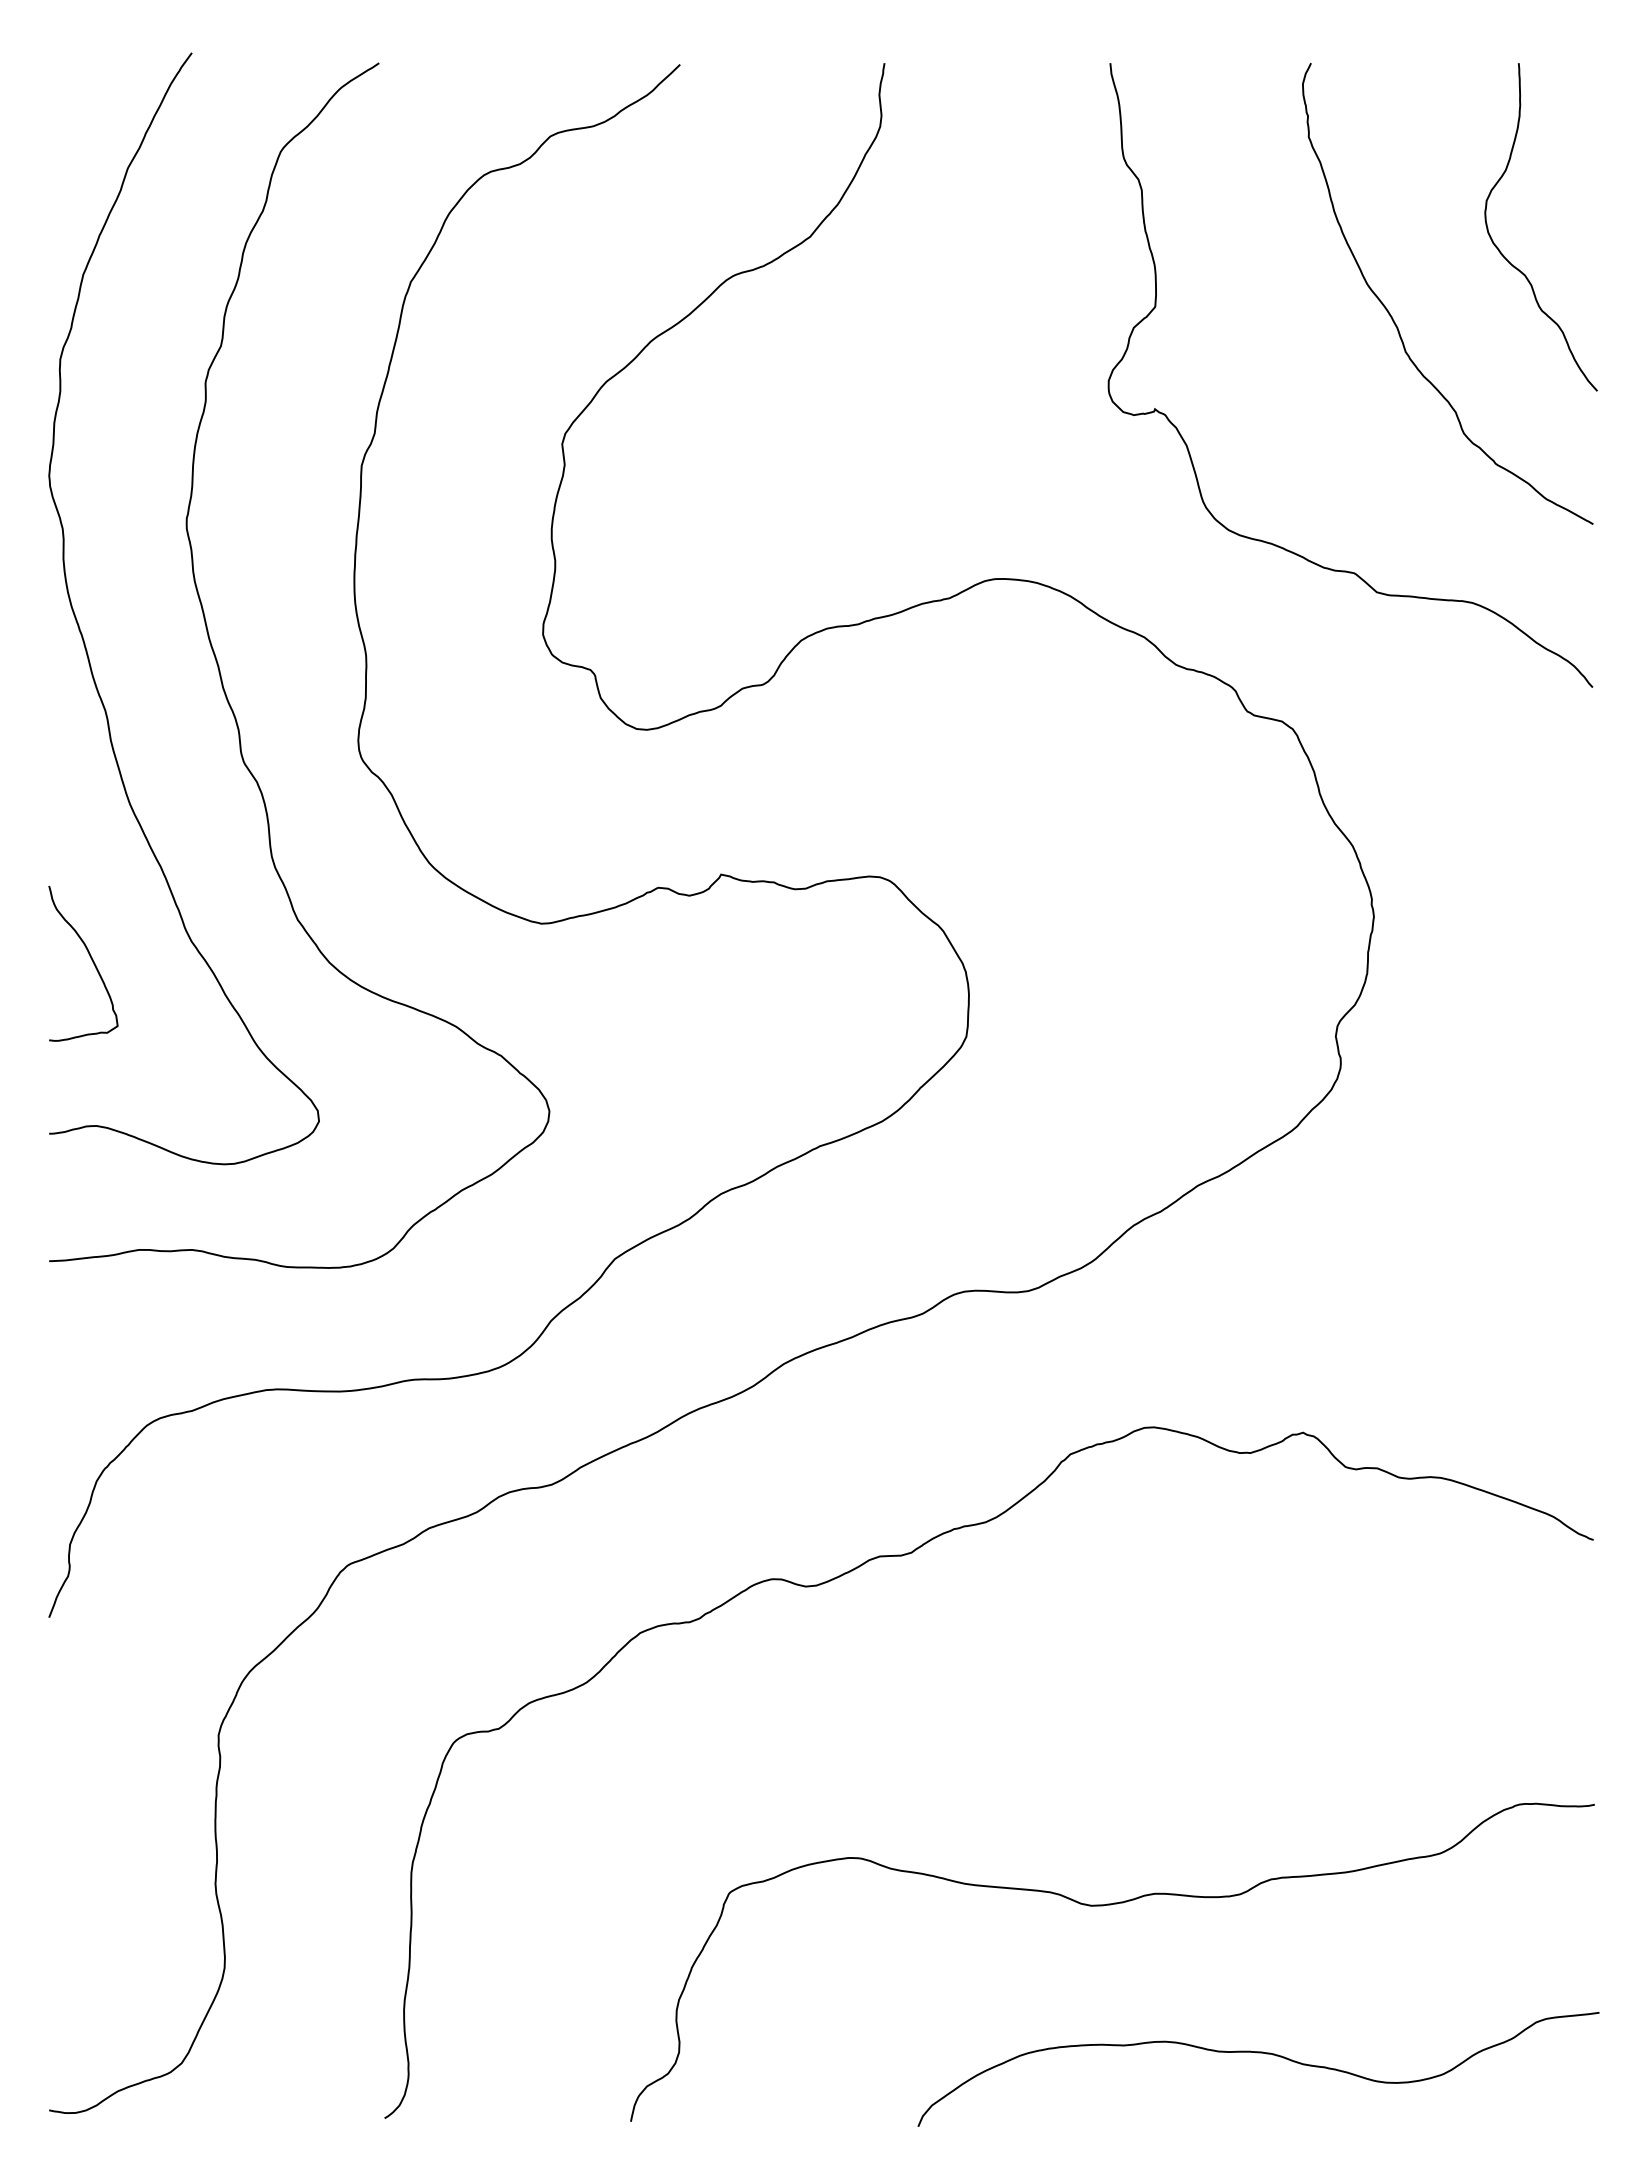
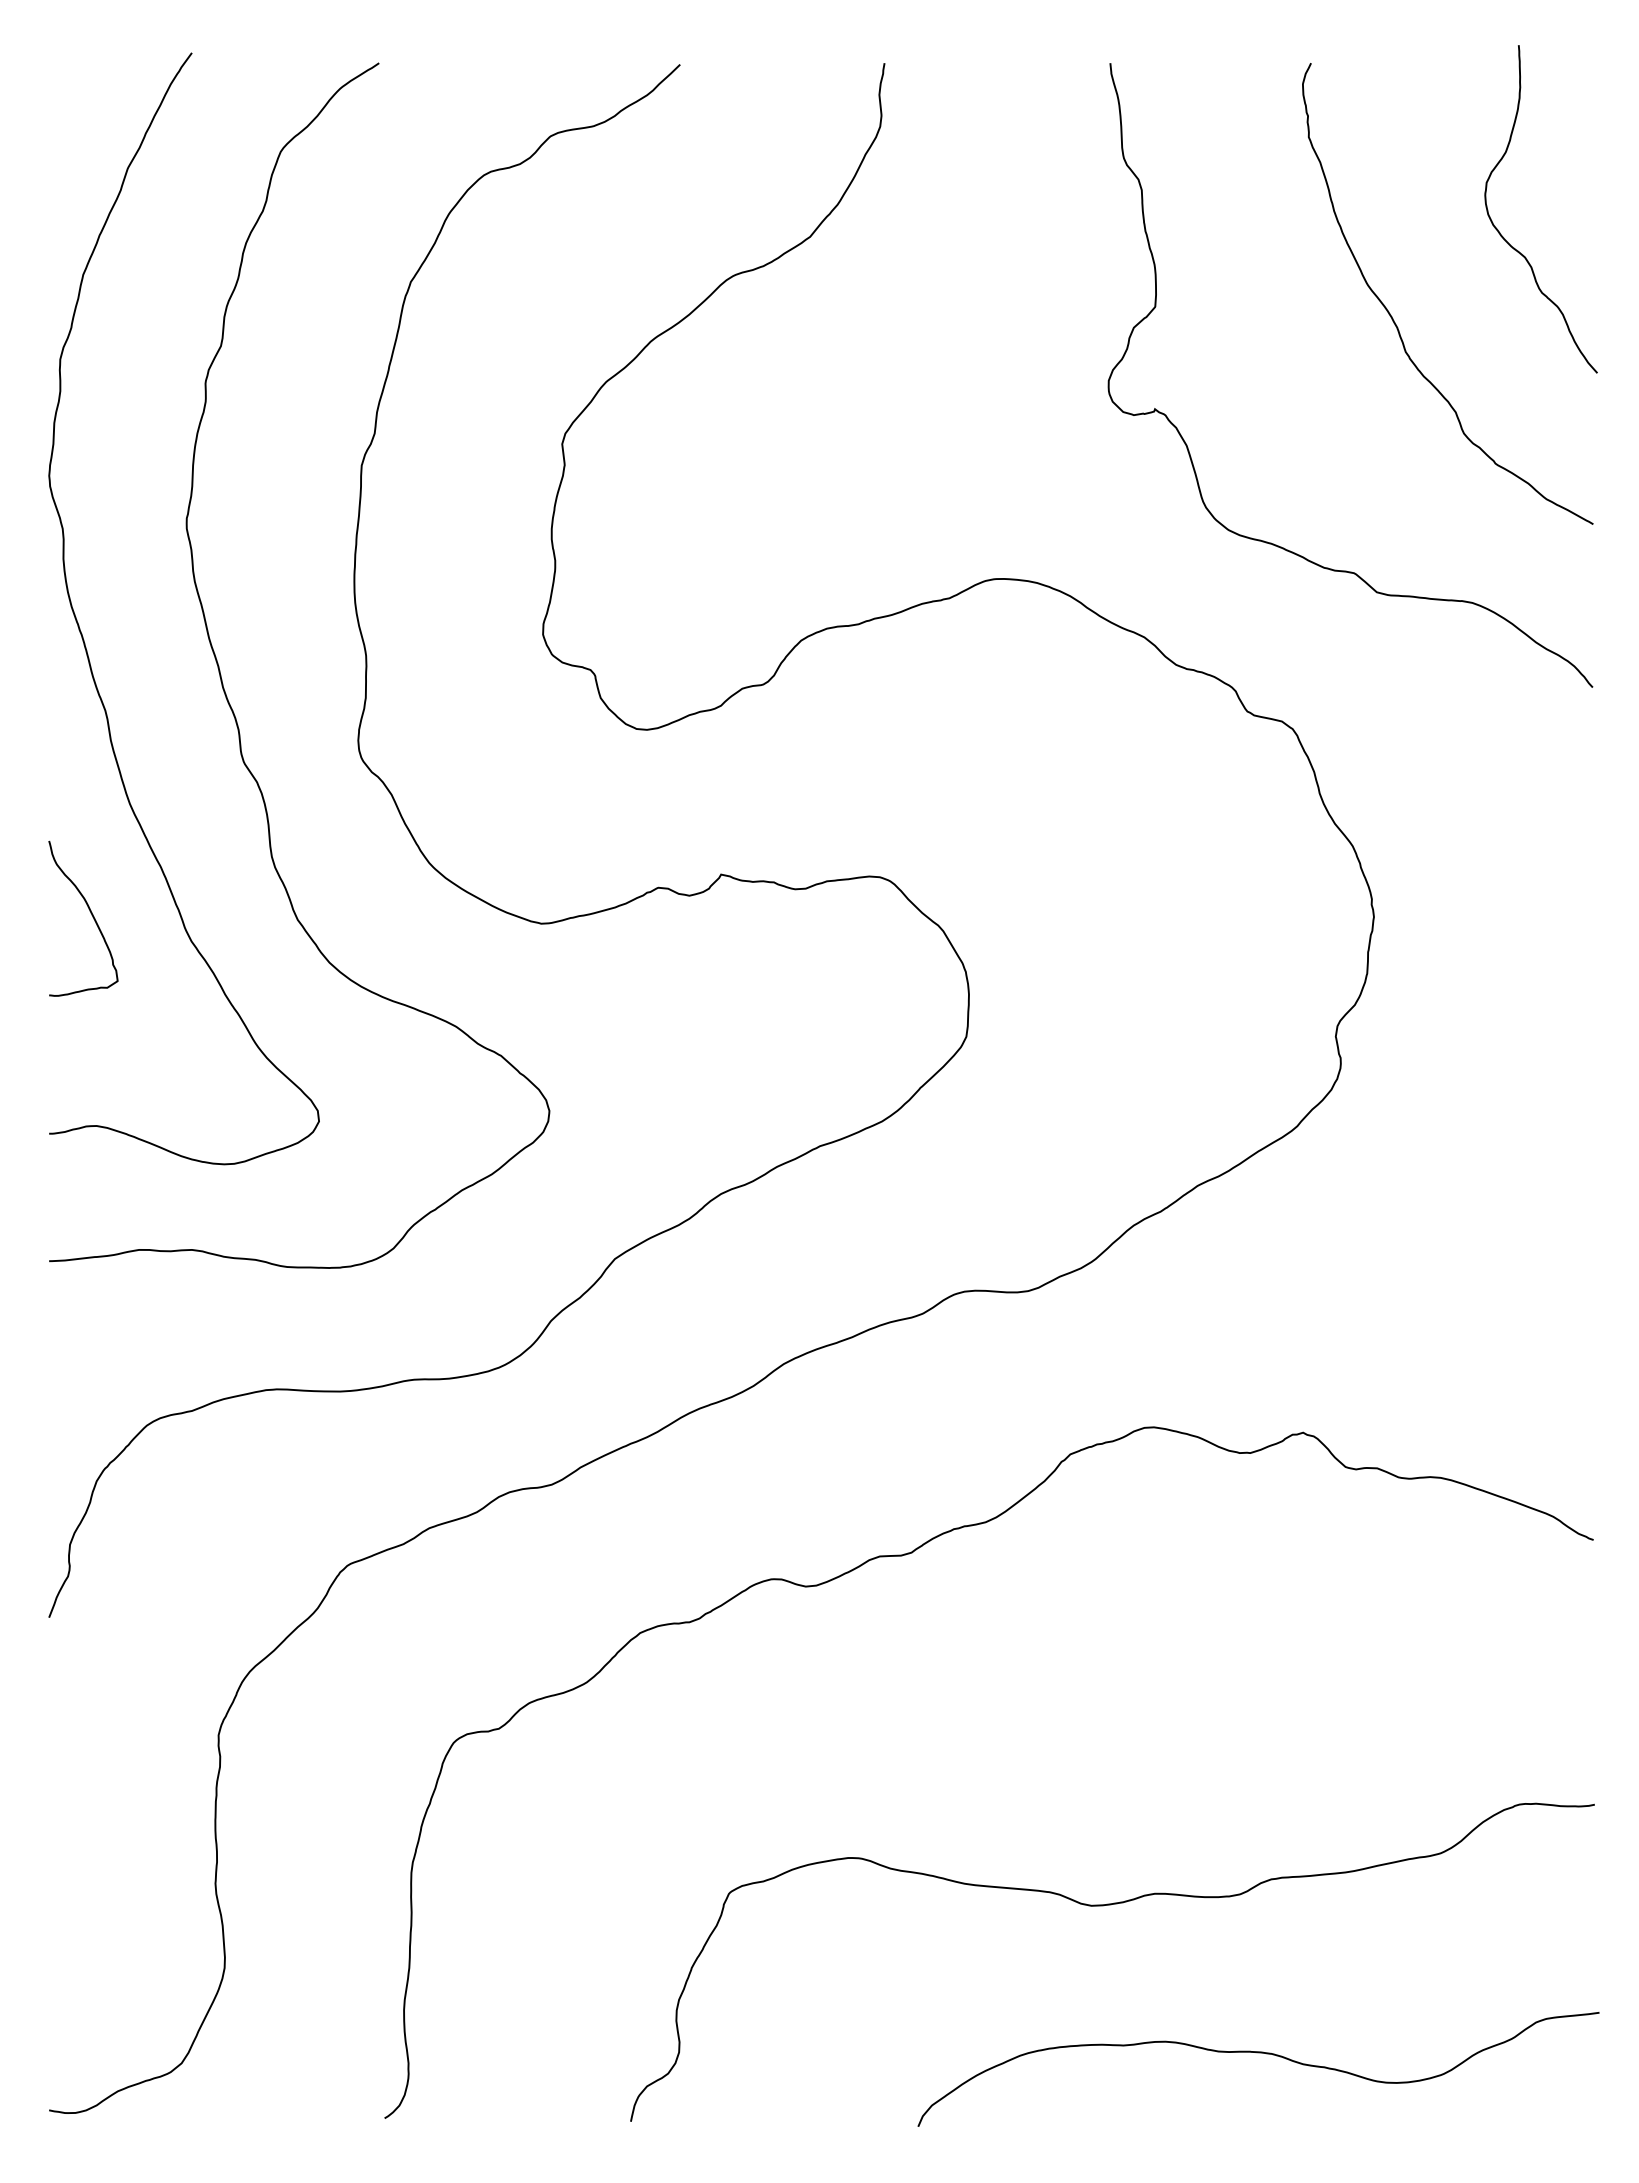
curve at (1504, 255) position: (1504, 255) -> (1504, 237)
curve at (91, 960) position: (91, 960) -> (91, 915)
